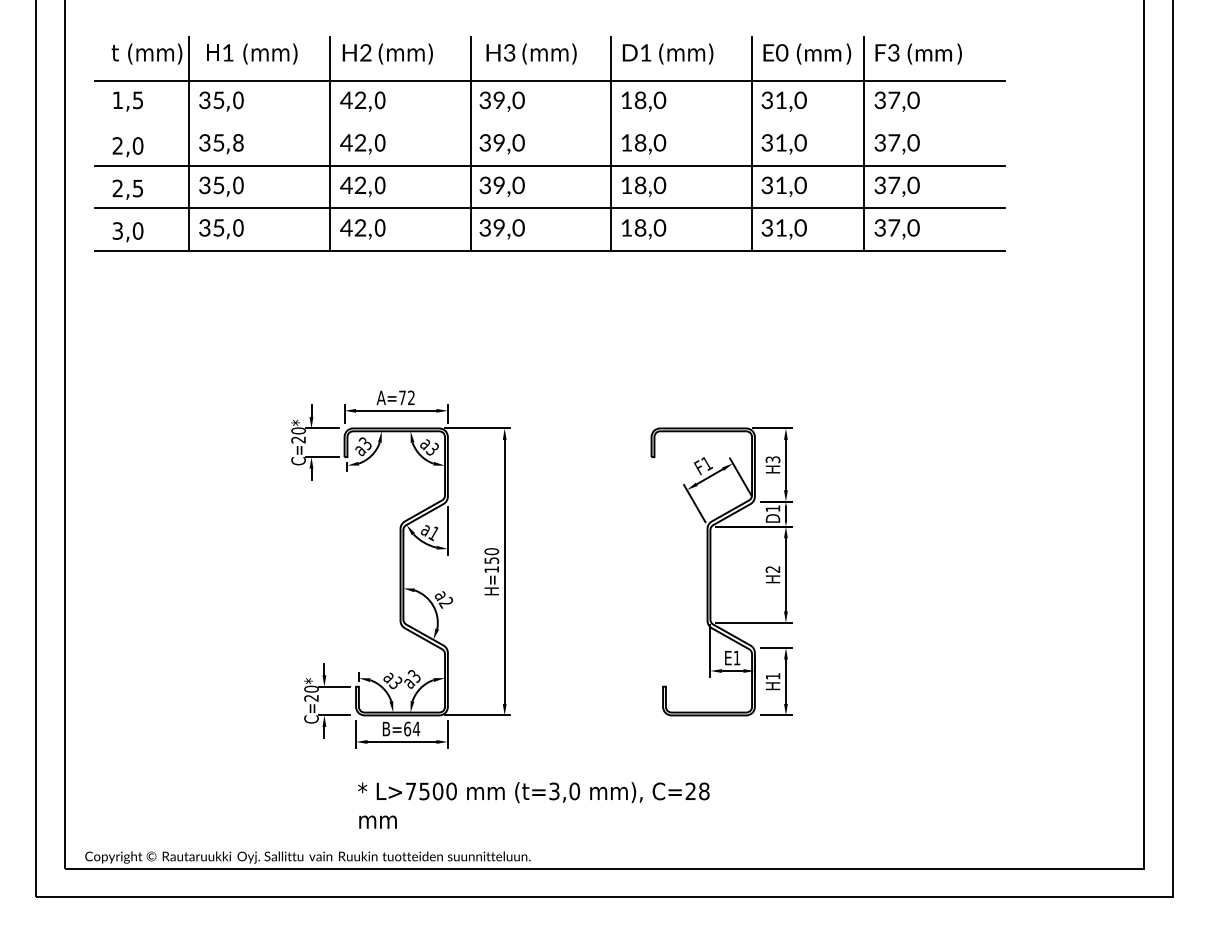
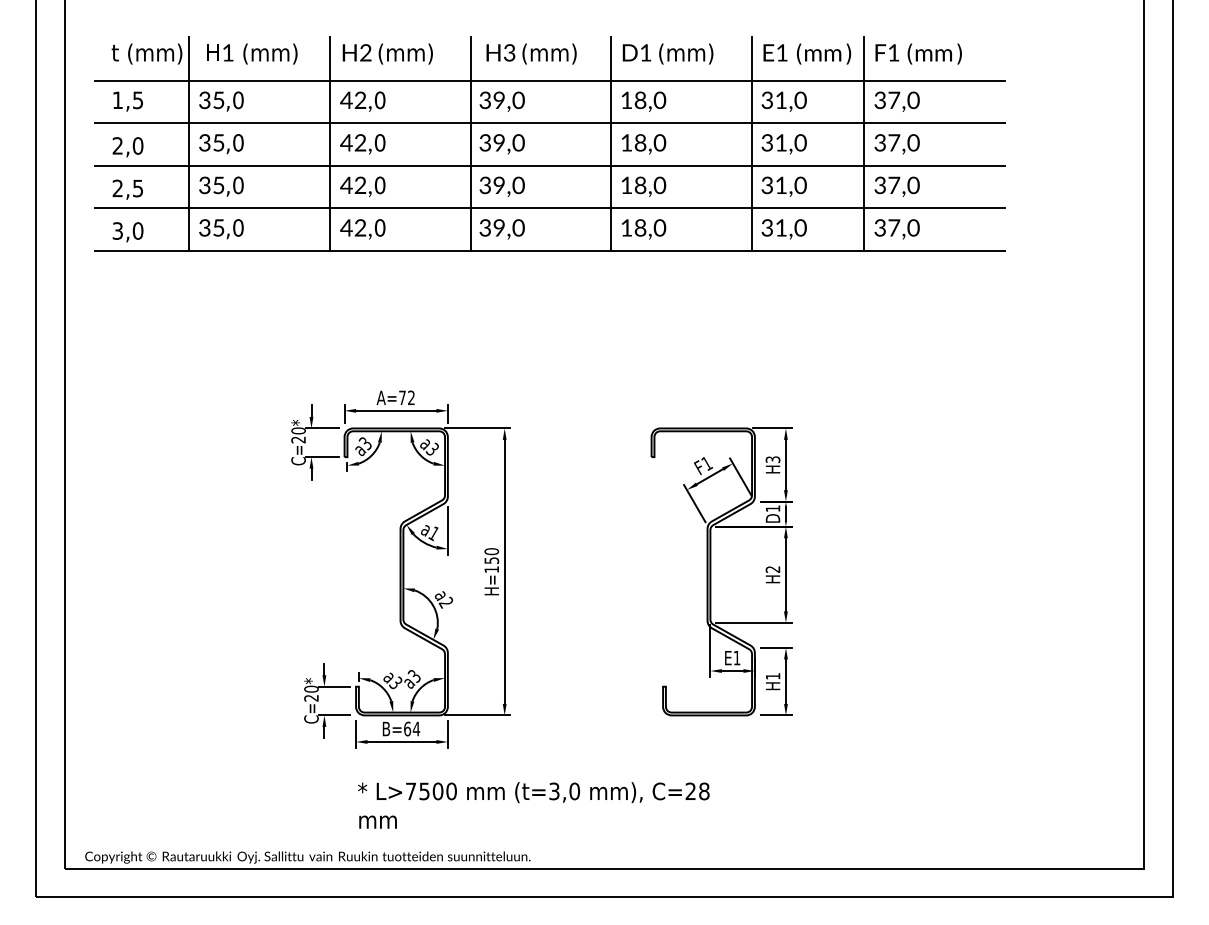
text at (782, 52): E0 -> E1
text at (893, 52): F3 -> F1
line at (549, 123): none -> present
text at (238, 142): ,8 -> ,0
